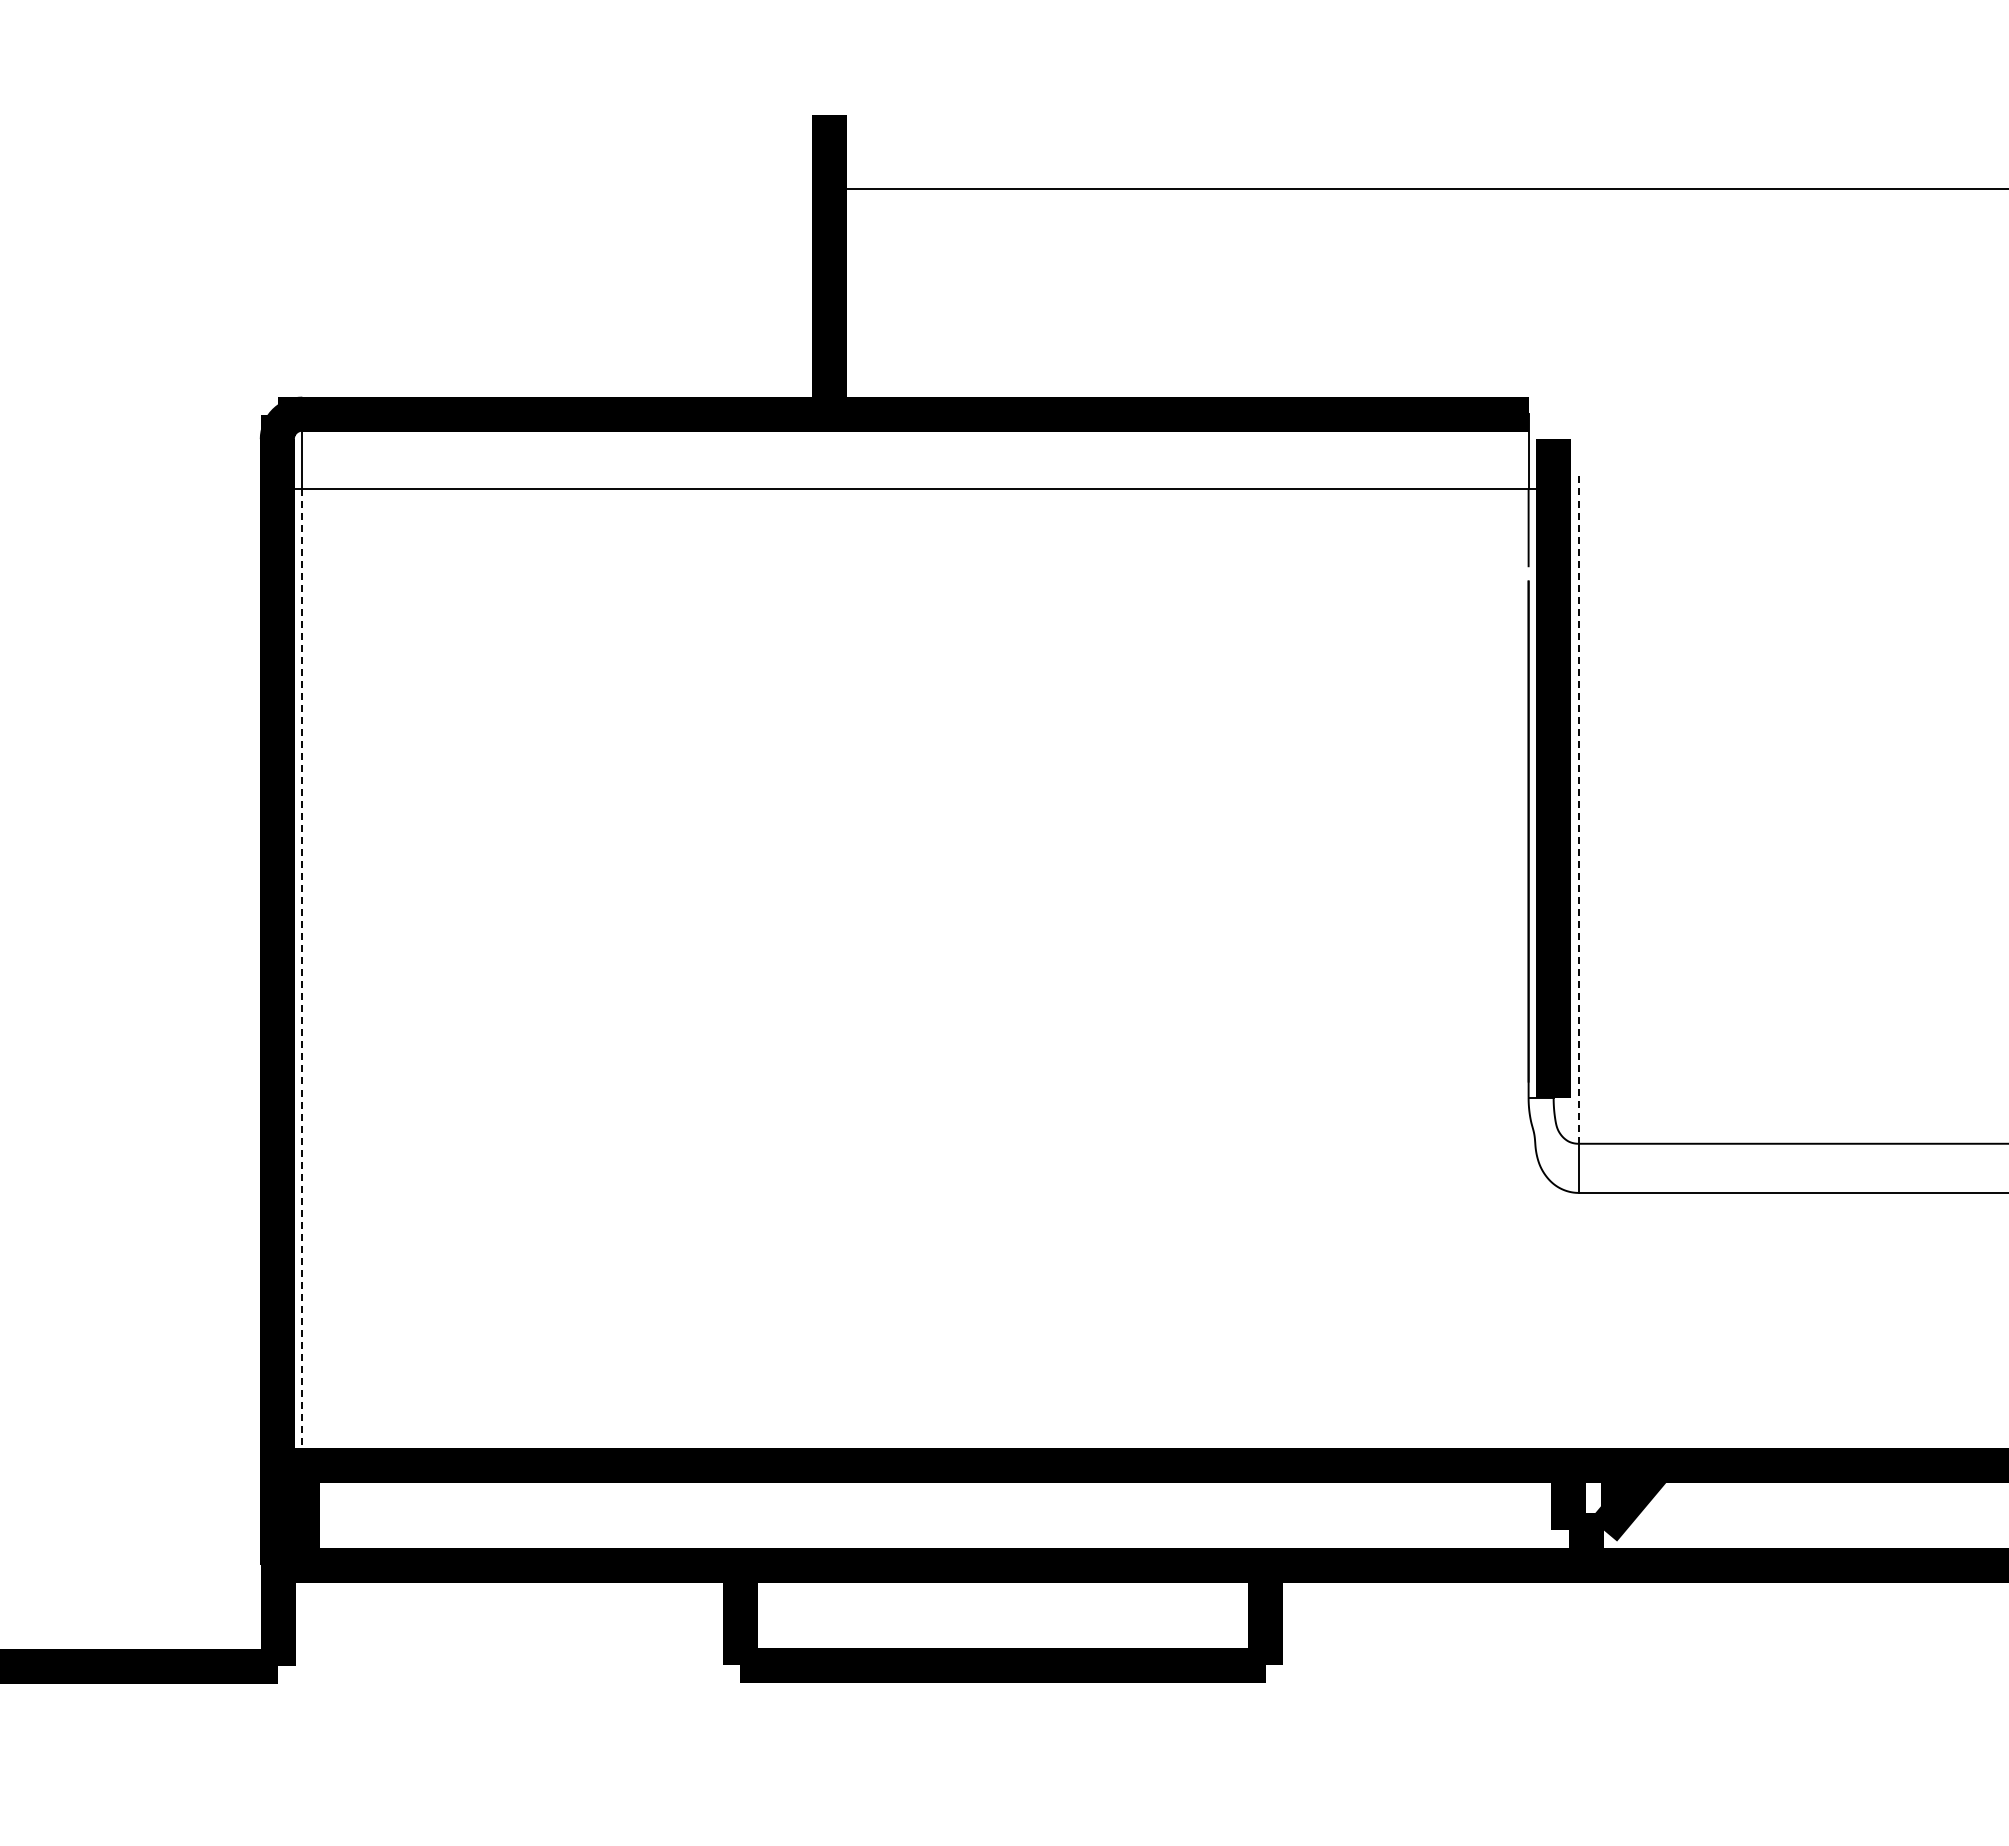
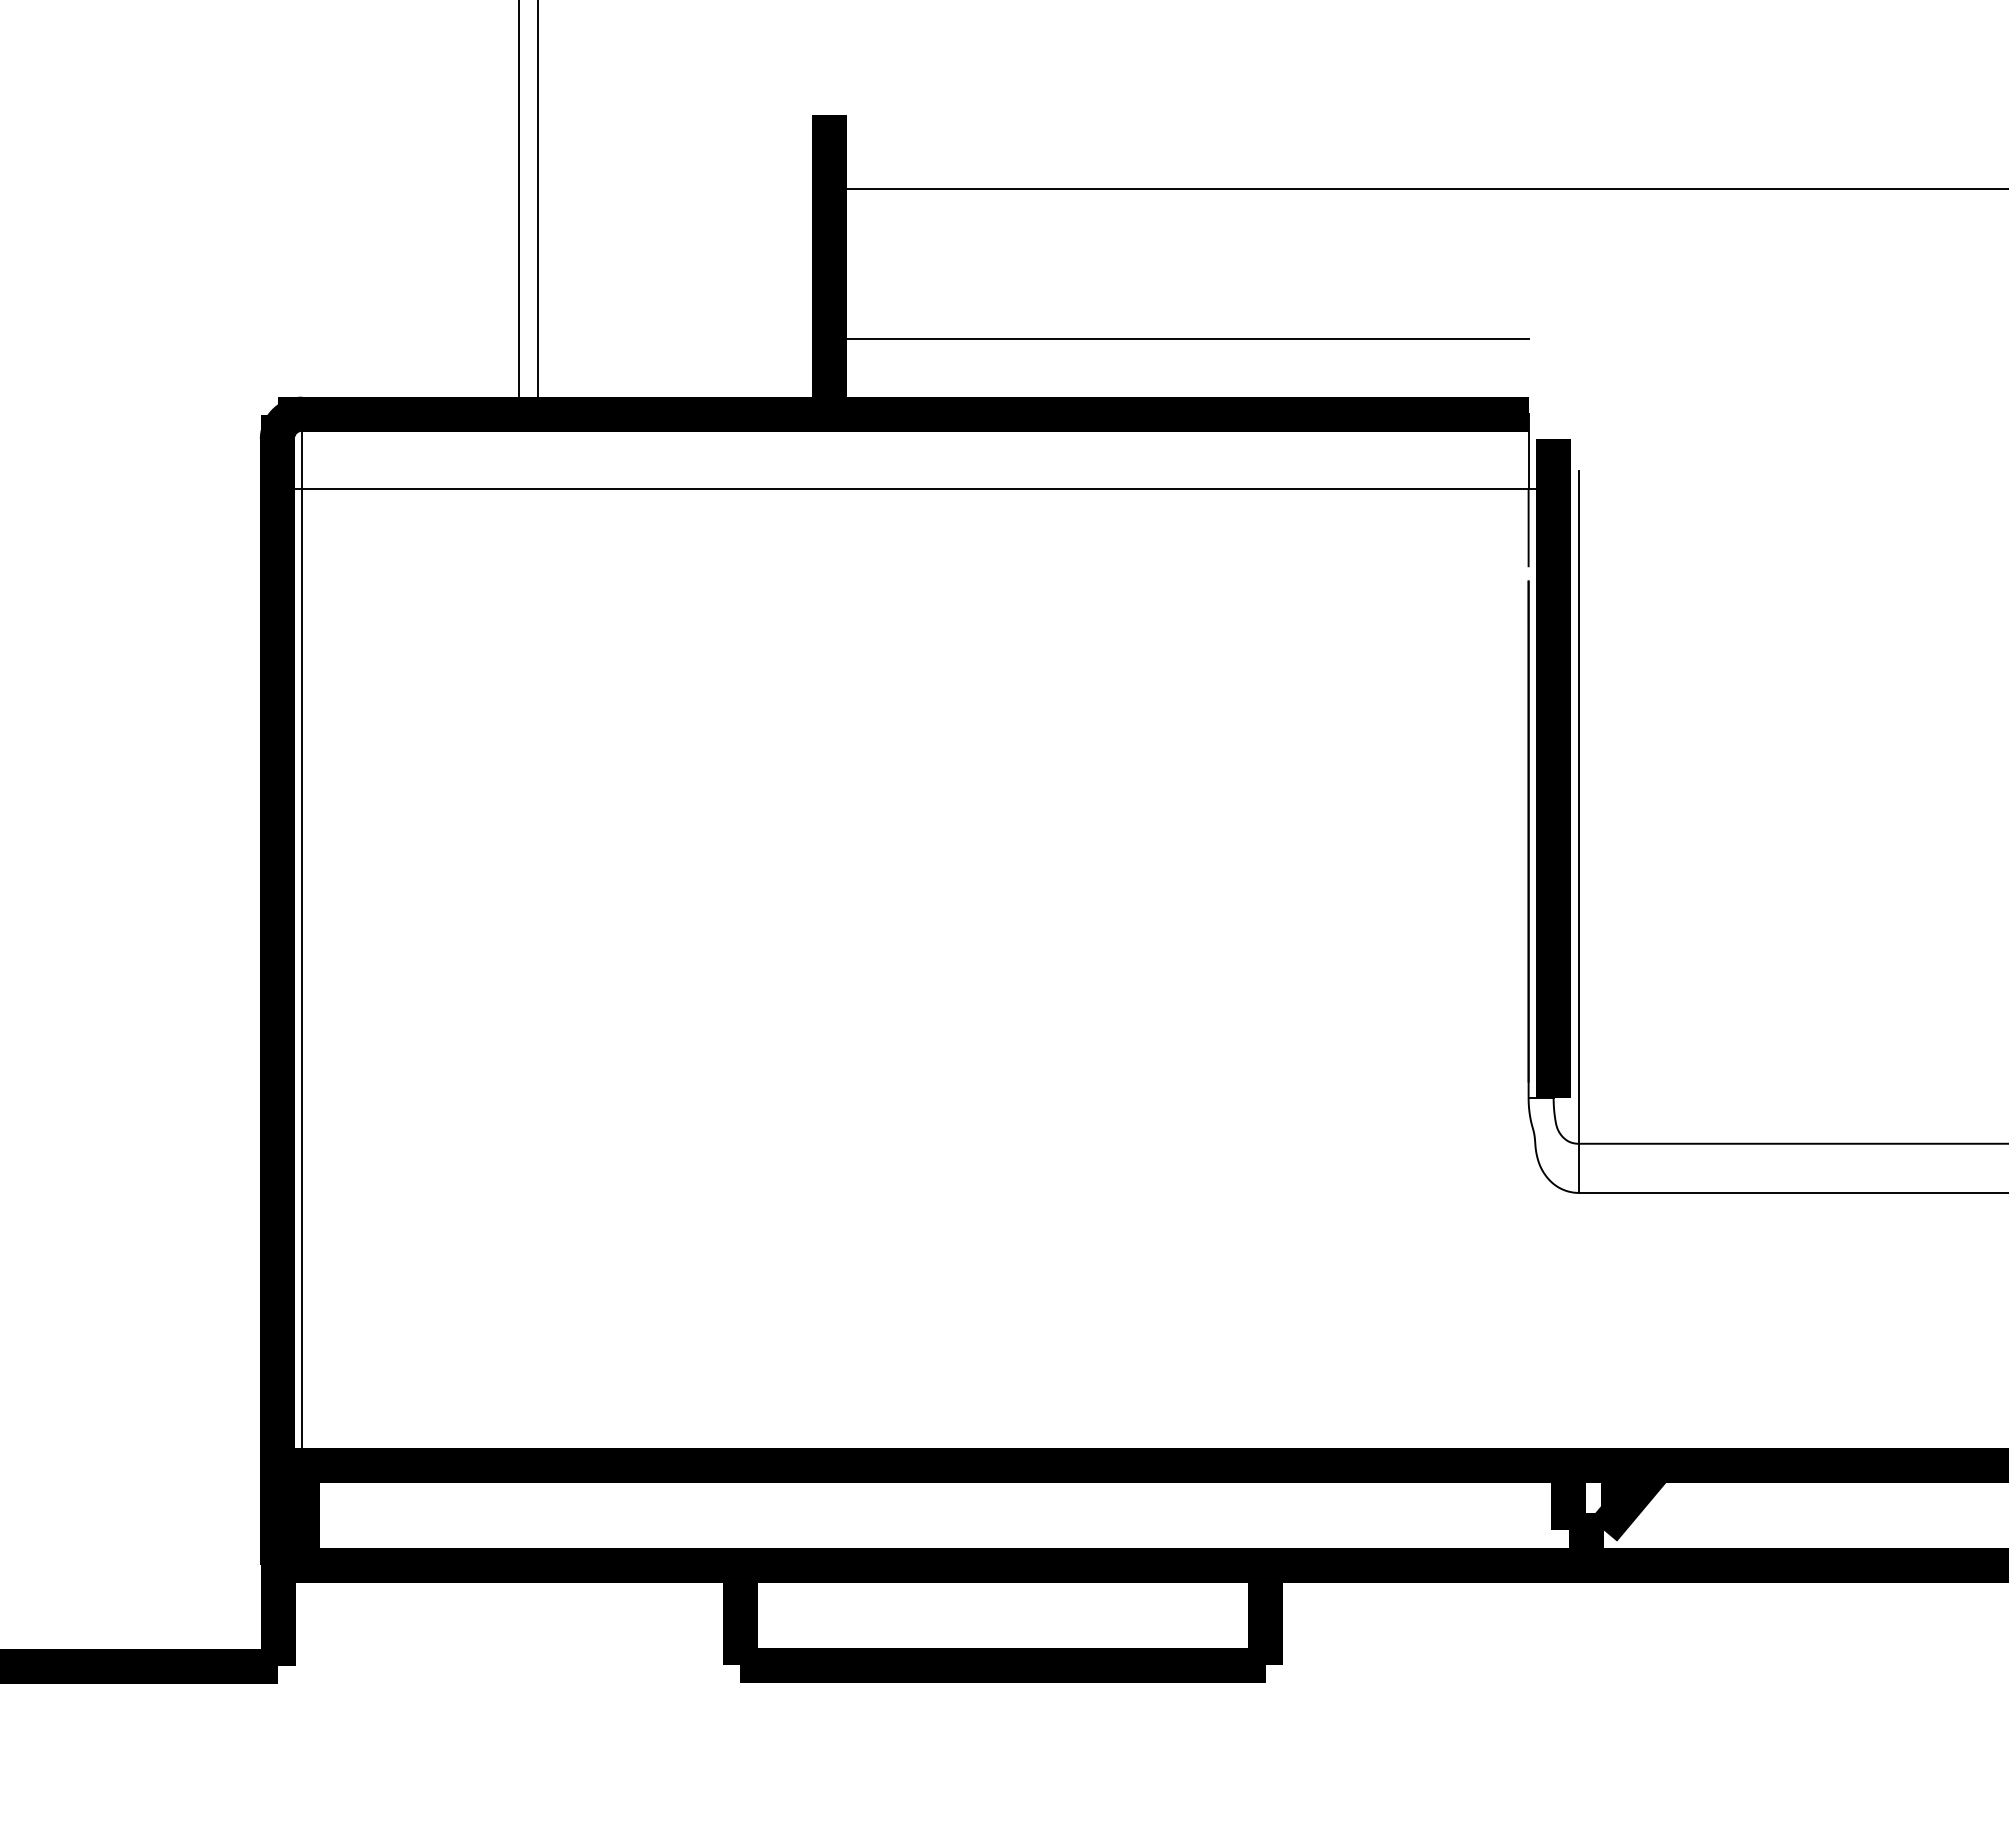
line at (519, 208): none -> present
line at (537, 208): none -> present
line at (1178, 339): none -> present
line at (1578, 806): dashed -> solid
line at (302, 977): dashed -> solid
